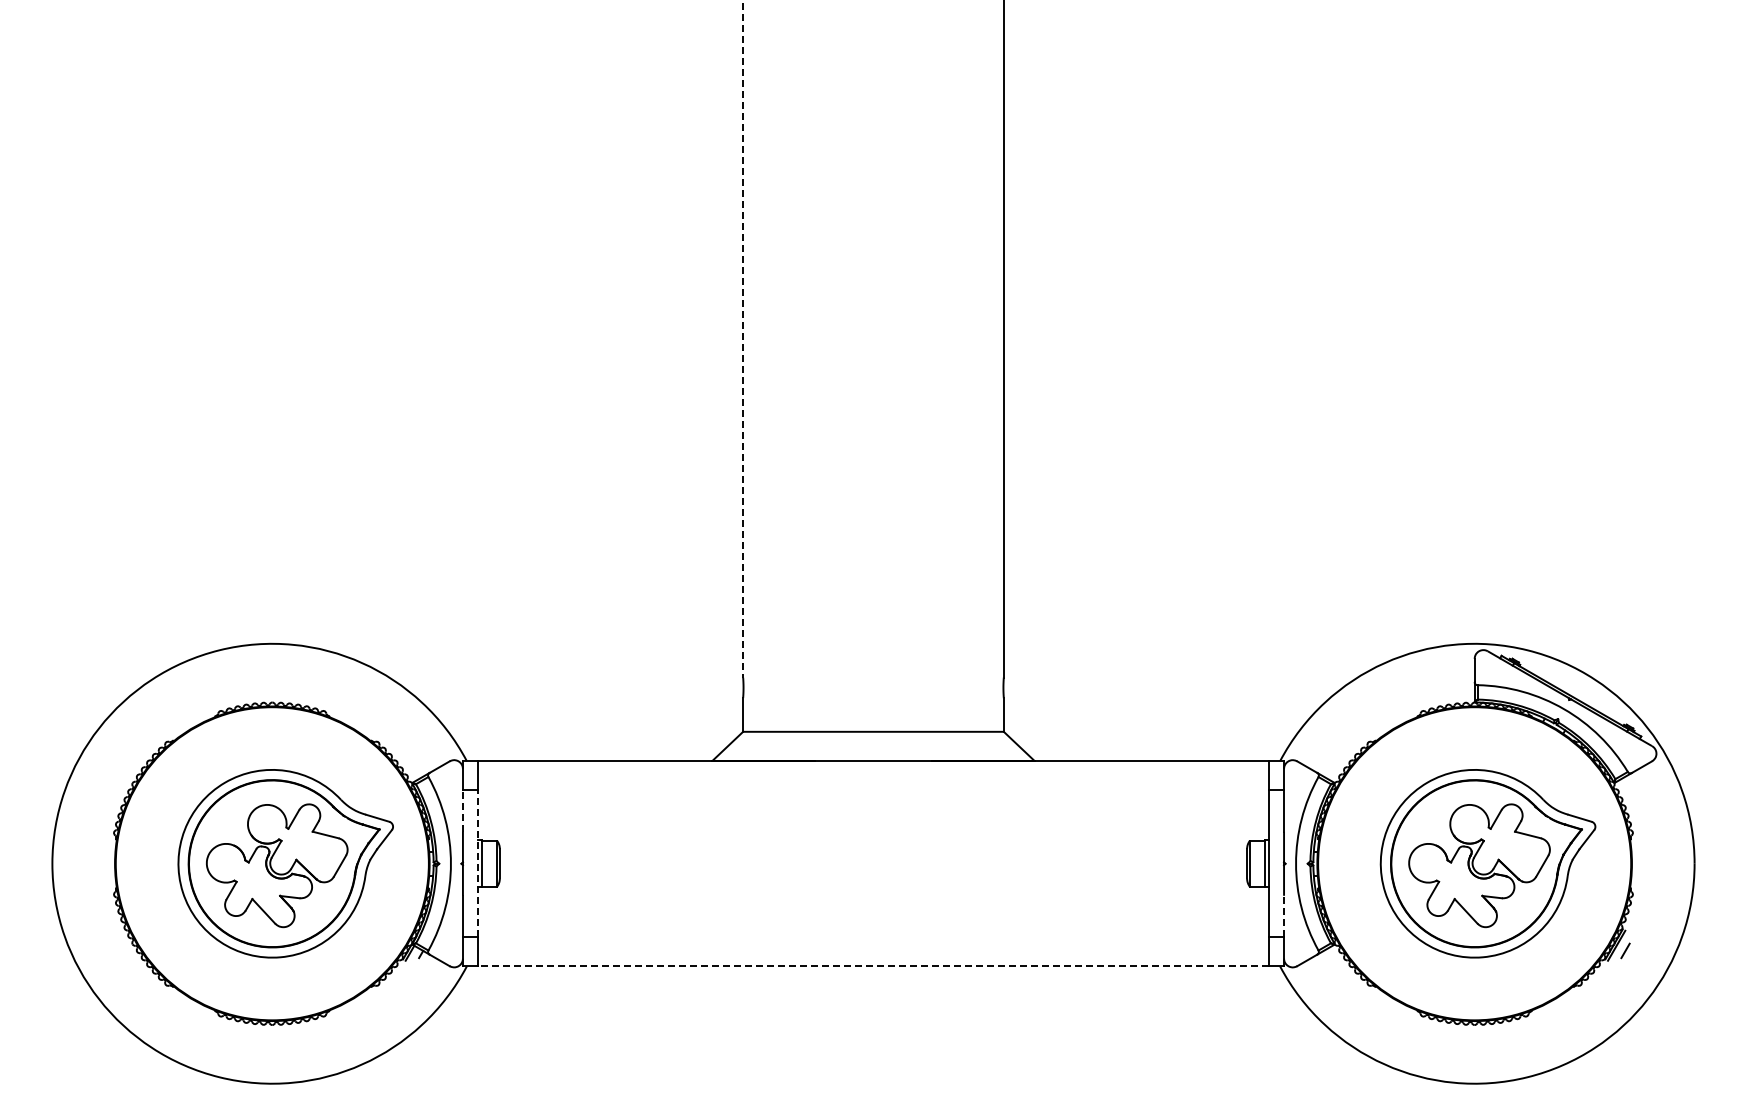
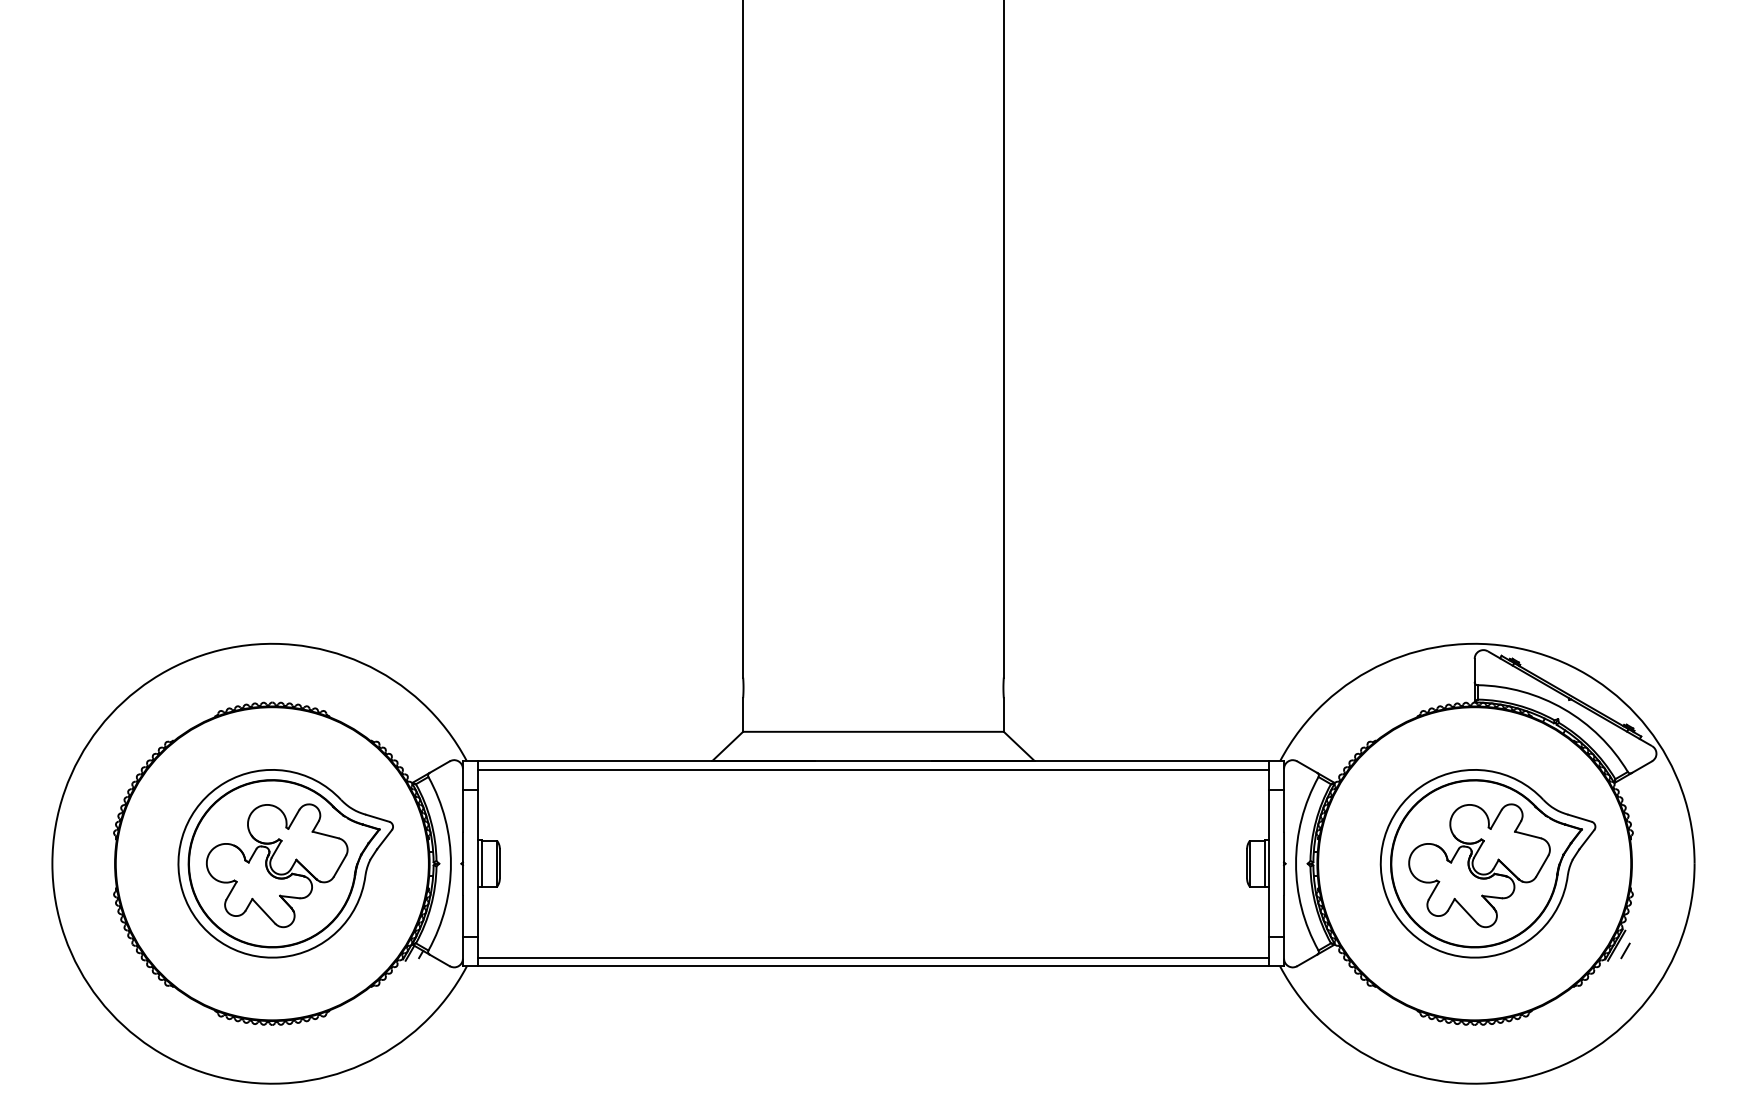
line at (743, 339): dashed -> solid
line at (873, 769): none -> present
line at (462, 811): dashed -> solid
line at (477, 863): dashed -> solid
line at (1284, 916): dashed -> solid
line at (873, 957): none -> present
line at (873, 966): dashed -> solid
